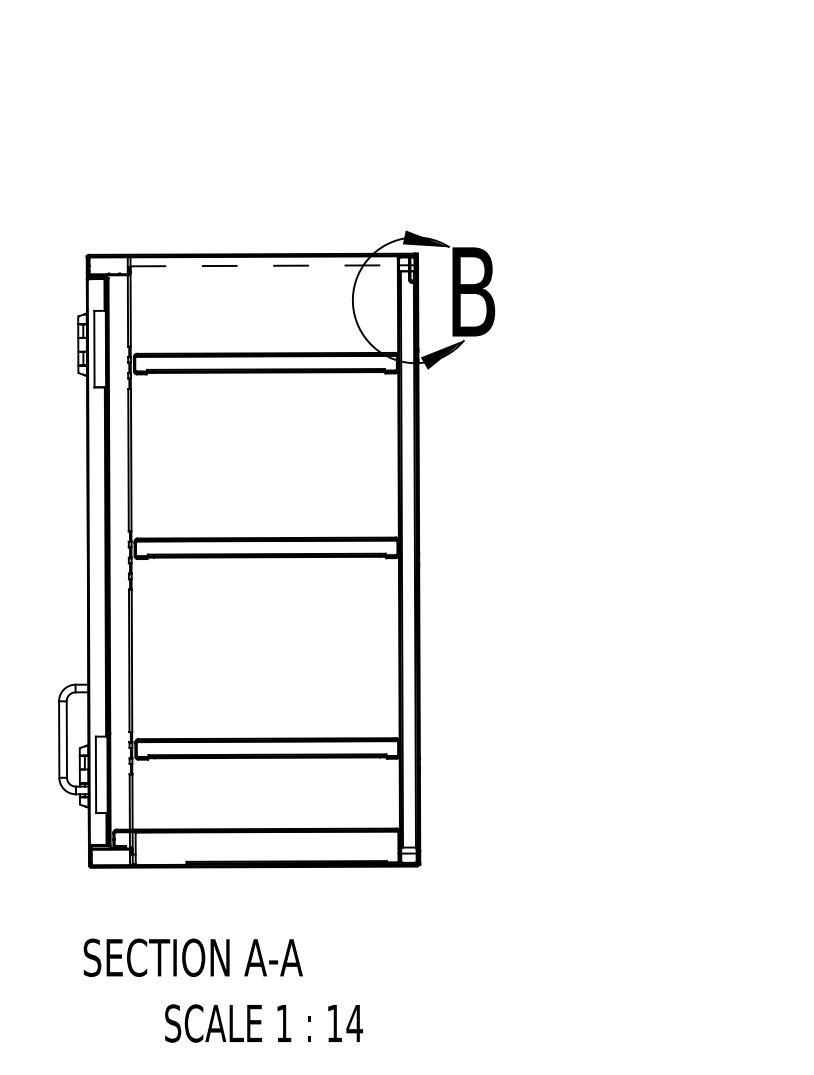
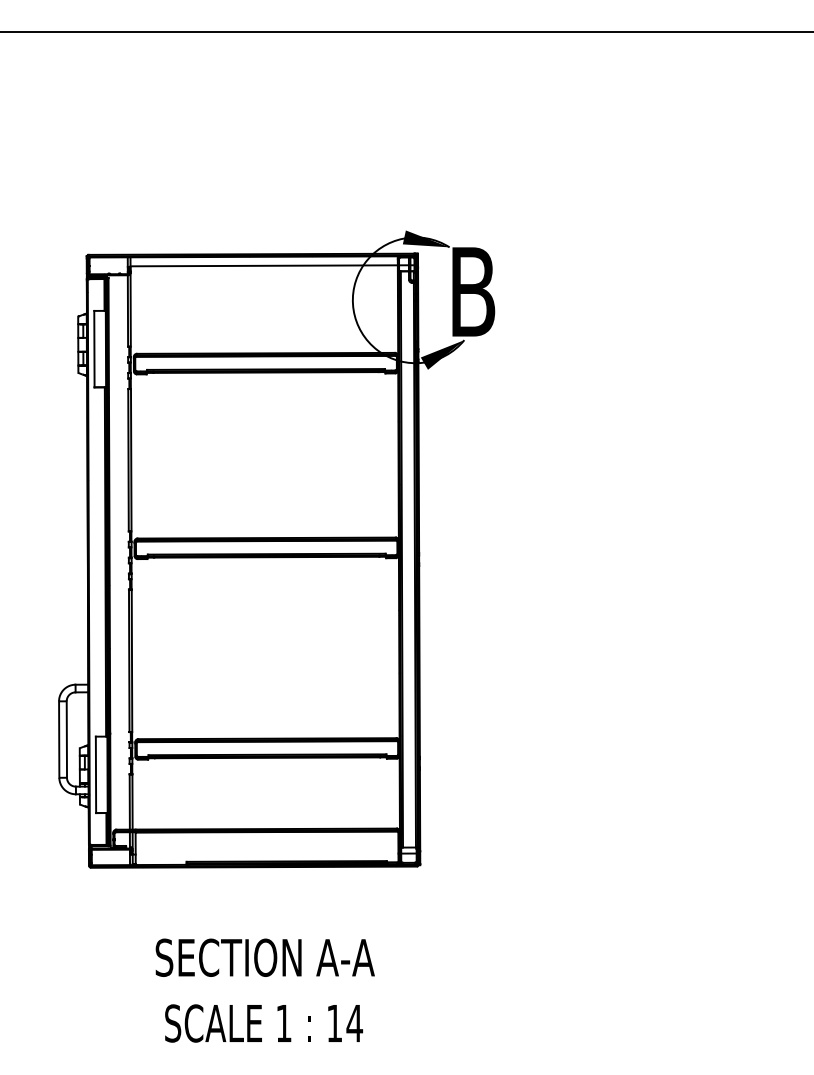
line at (406, 32): none -> present
line at (264, 265): dashed -> solid
text at (192, 957) position: (192, 957) -> (264, 957)
